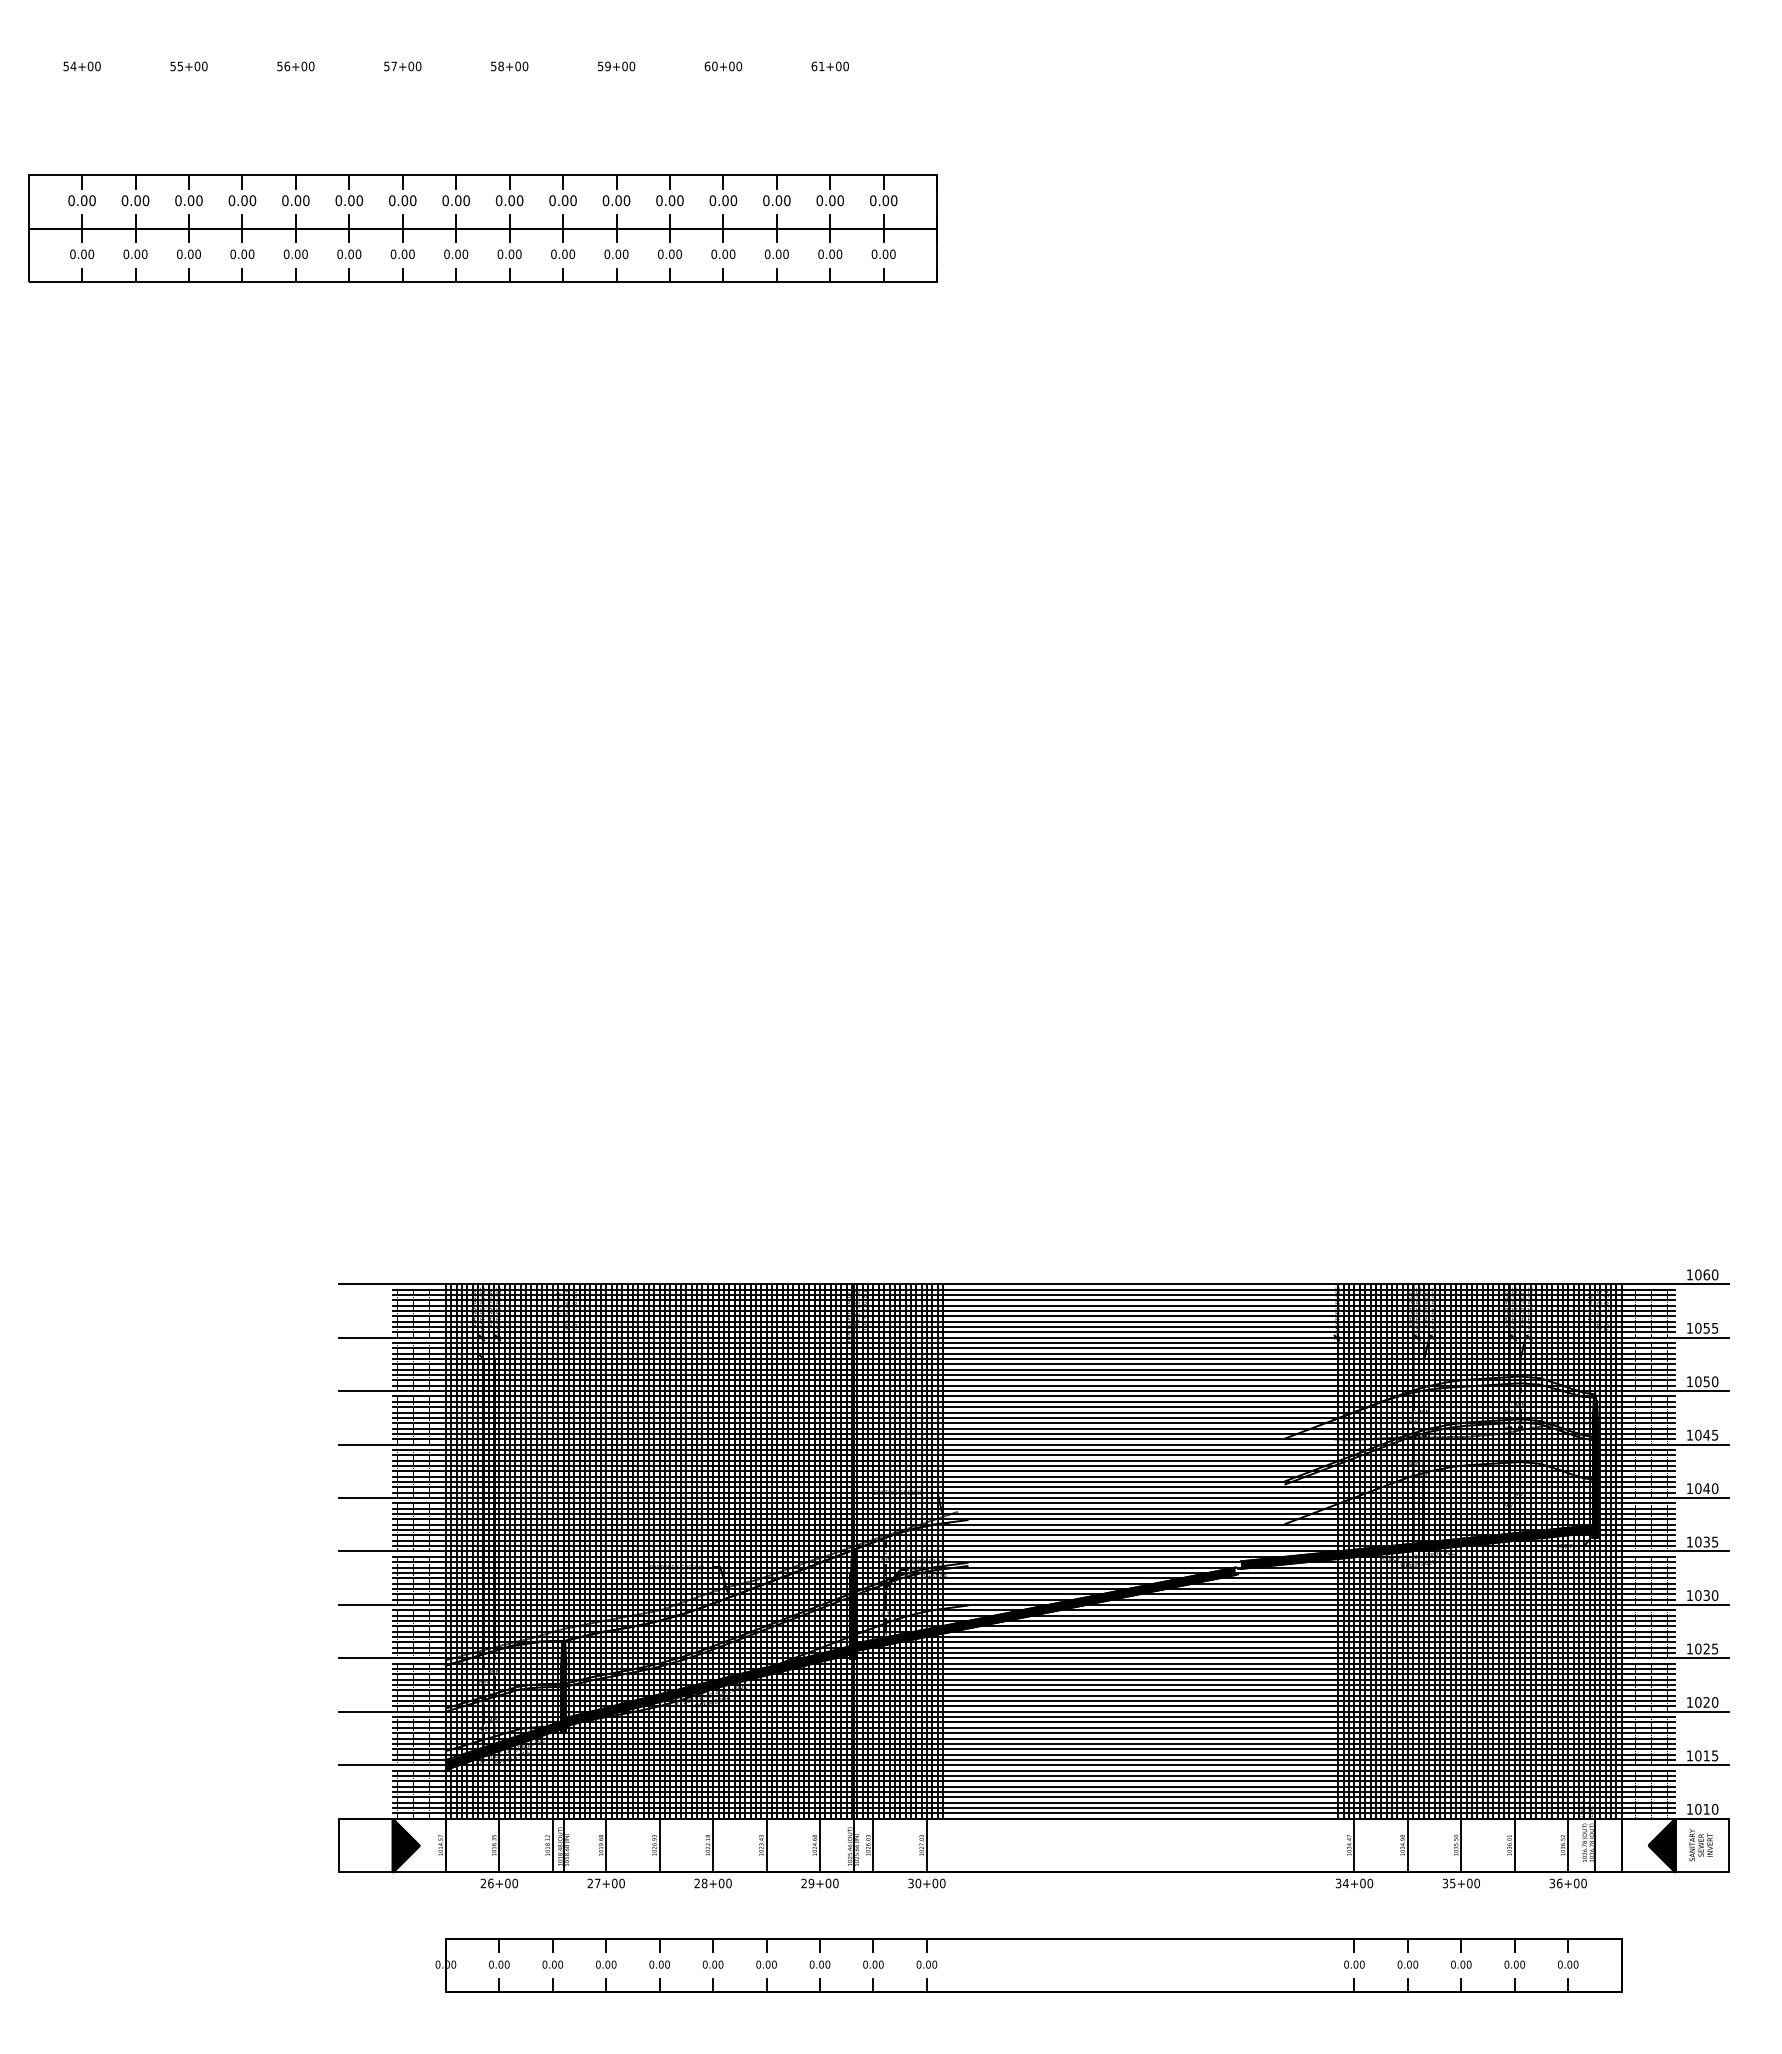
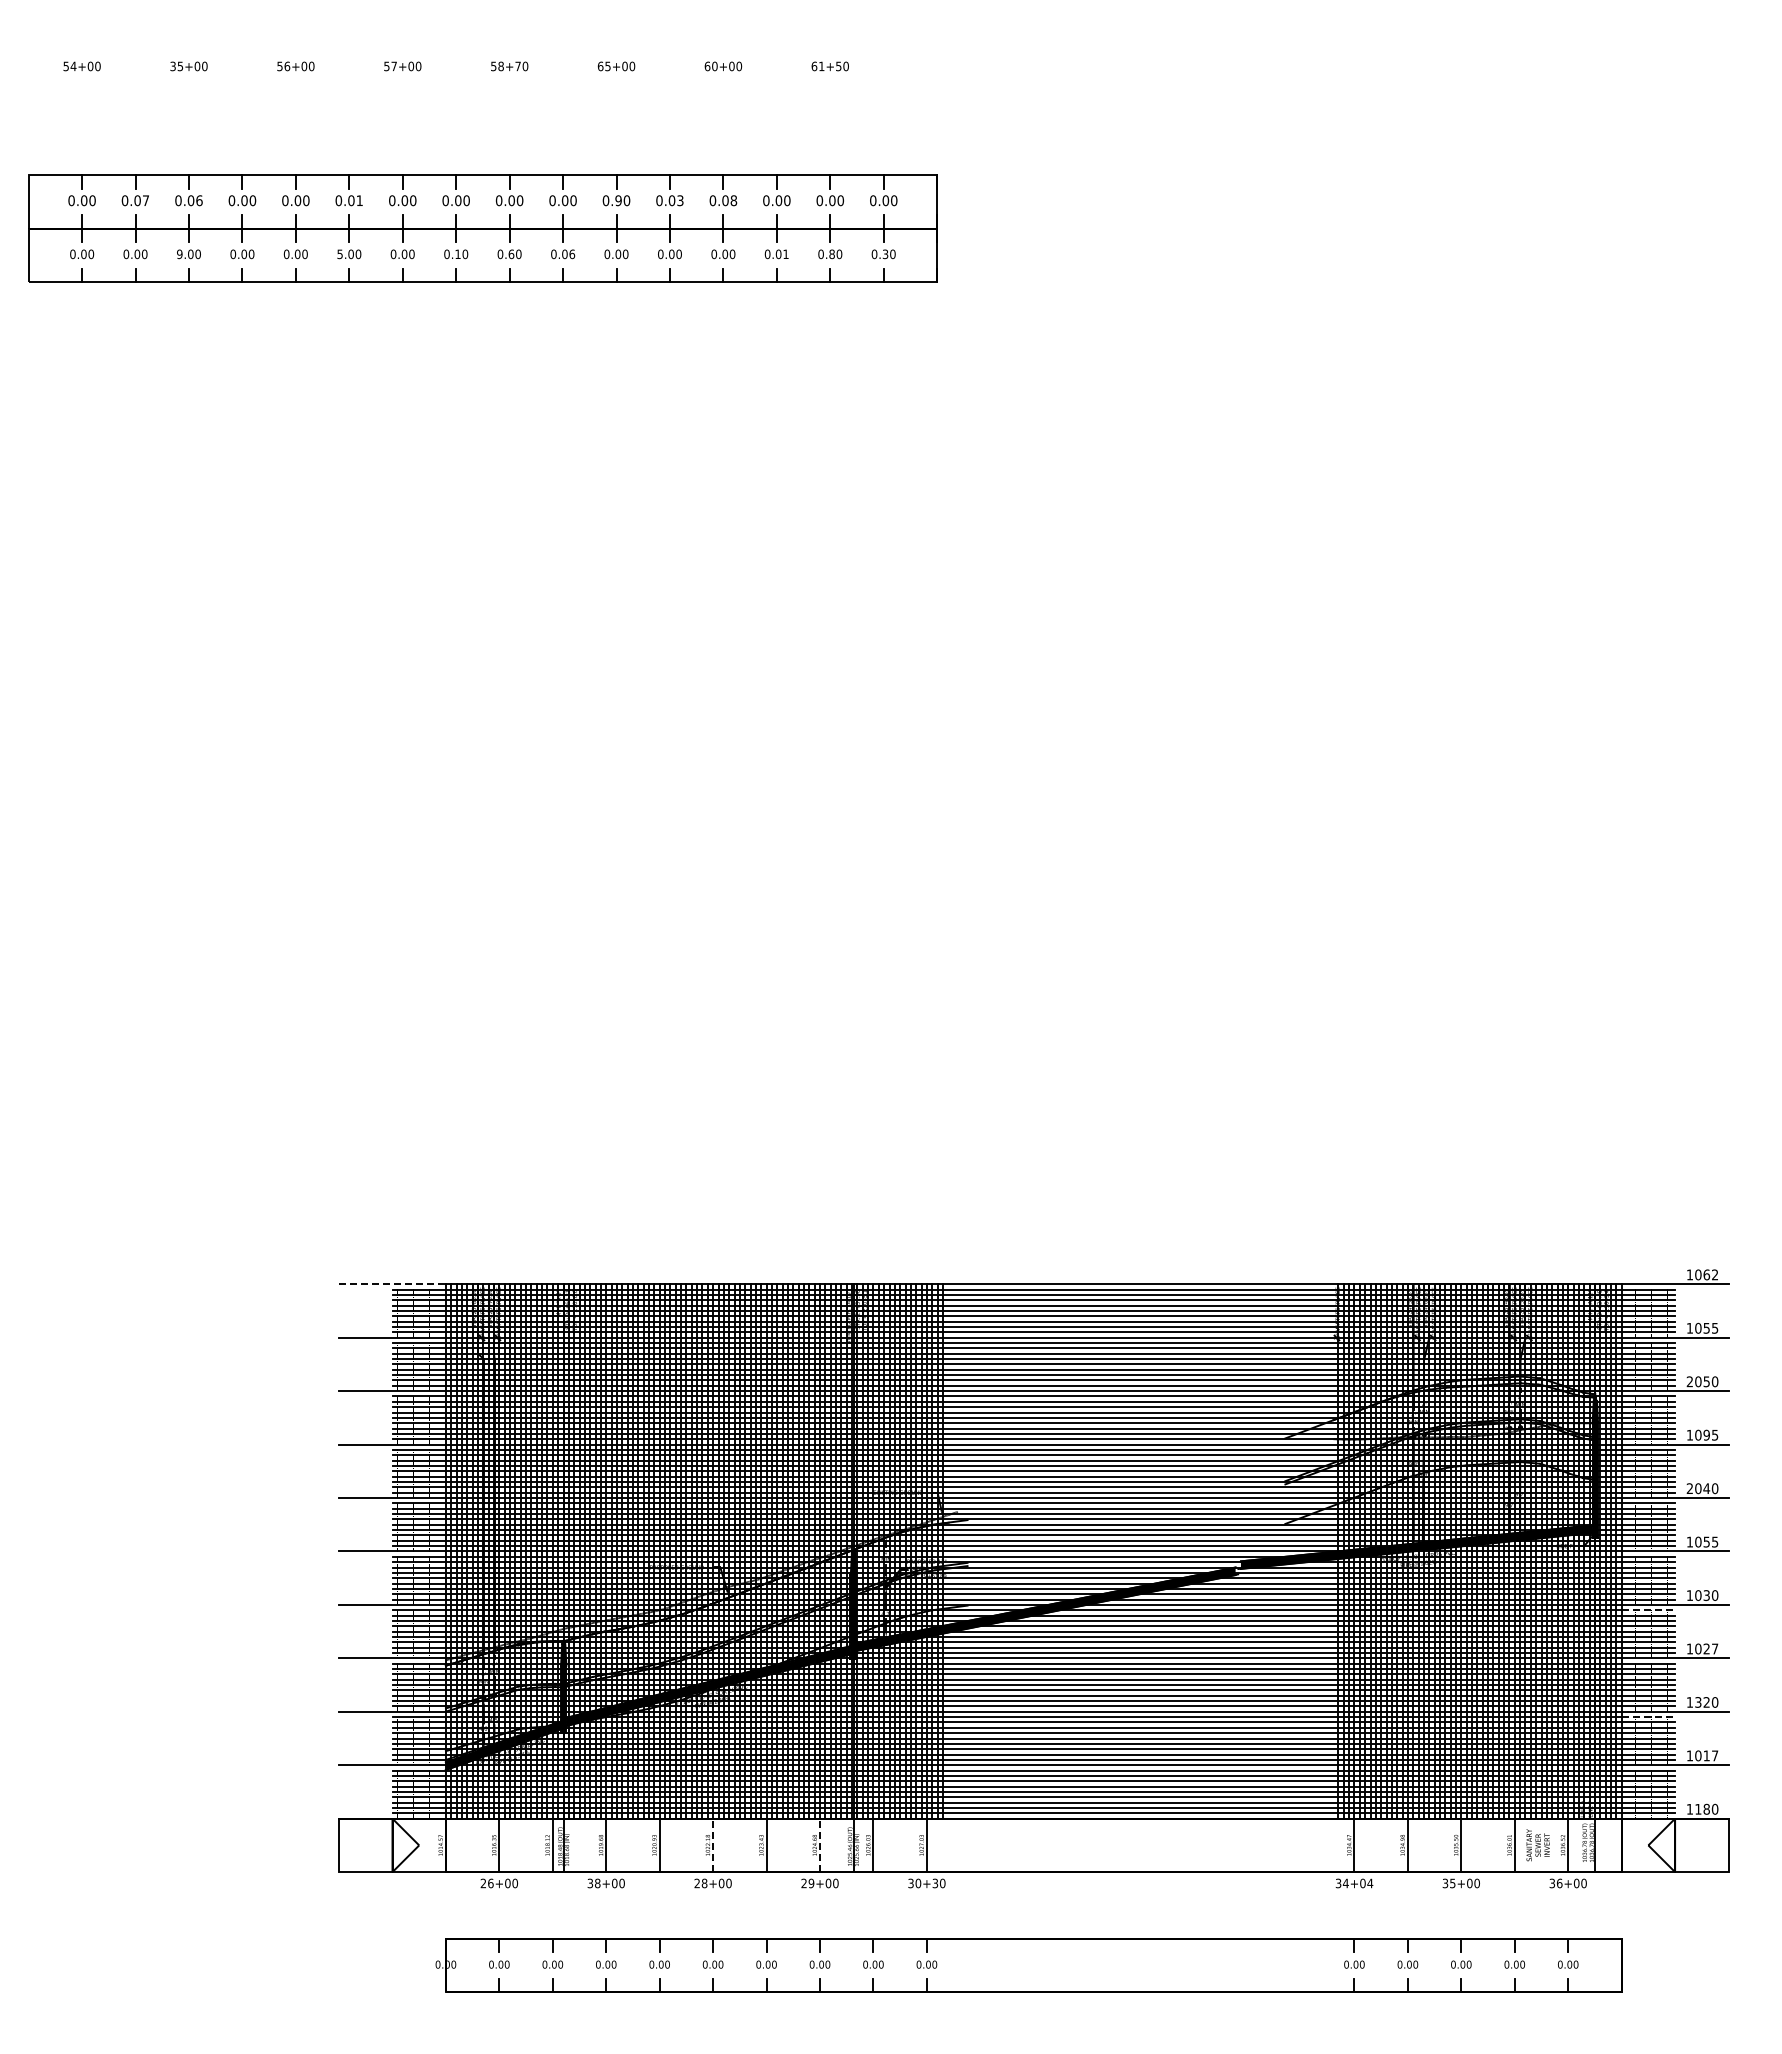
text at (172, 65): 55+00 -> 35+00
text at (517, 66): 58+00 -> 58+70
text at (603, 66): 59+00 -> 65+00
text at (838, 66): 61+00 -> 61+50
text at (145, 200): 0.00 -> 0.07
text at (199, 200): 0.00 -> 0.06
text at (359, 200): 0.00 -> 0.01
text at (618, 200): 0.00 -> 0.90
text at (680, 200): 0.00 -> 0.03
text at (733, 200): 0.00 -> 0.08
text at (339, 253): 0.00 -> 5.00
text at (511, 253): 0.00 -> 0.60
text at (572, 253): 0.00 -> 0.06
text at (831, 253): 0.00 -> 0.80
text at (179, 254): 0.00 -> 9.00
text at (457, 254): 0.00 -> 0.10
text at (785, 254): 0.00 -> 0.01
text at (885, 254): 0.00 -> 0.30
text at (1714, 1274): 1060 -> 1062
line at (393, 1284): solid -> dashed
text at (1689, 1381): 1050 -> 2050
text at (1706, 1434): 1045 -> 1095
text at (1689, 1488): 1040 -> 2040
text at (1706, 1541): 1035 -> 1055
line at (1648, 1610): solid -> dashed
text at (1715, 1648): 1025 -> 1027
text at (1698, 1702): 1020 -> 1320
line at (1648, 1717): solid -> dashed
text at (1715, 1755): 1015 -> 1017
text at (1702, 1808): 1010 -> 1180
hatch at (405, 1845): present -> none
line at (713, 1845): solid -> dashed
line at (820, 1845): solid -> dashed
hatch at (1661, 1845): present -> none
text at (1700, 1845) position: (1700, 1845) -> (1537, 1845)
text at (593, 1883): 27+00 -> 38+00
text at (935, 1883): 30+00 -> 30+30
text at (1370, 1883): 34+00 -> 34+04
